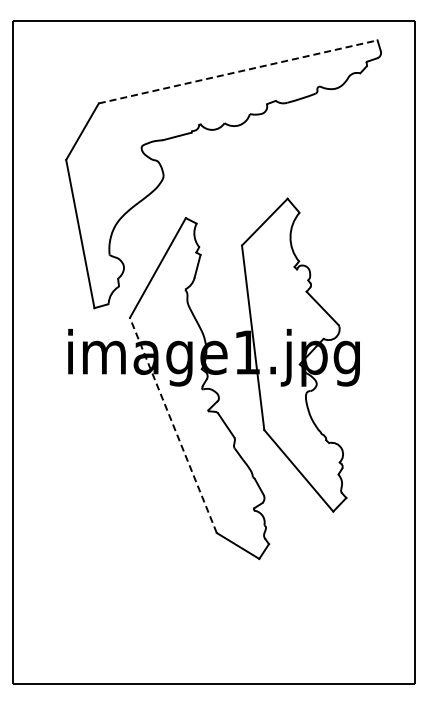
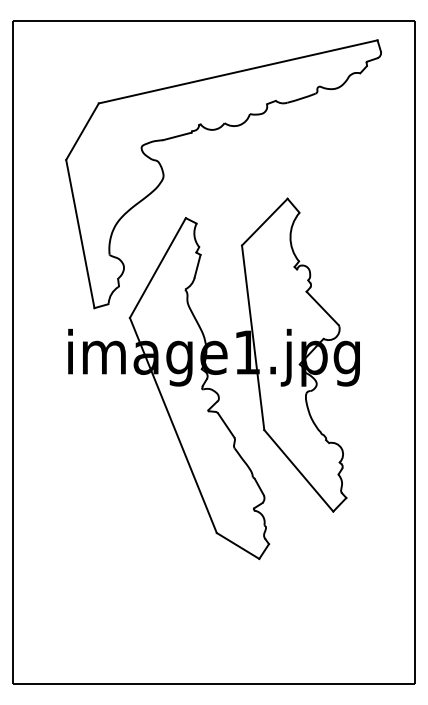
line at (238, 71): dashed -> solid
line at (173, 425): dashed -> solid
